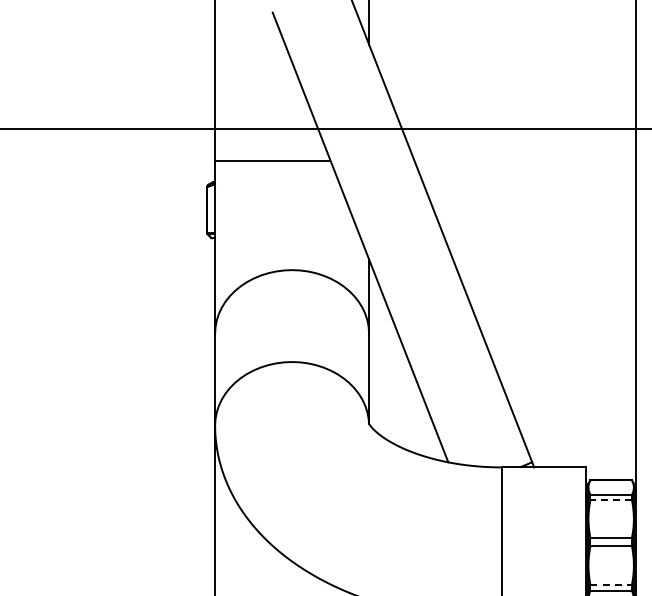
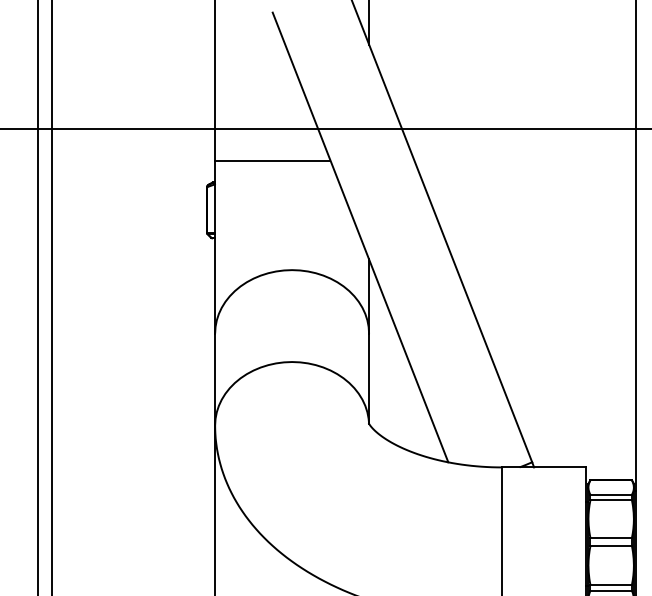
line at (37, 297): none -> present
line at (51, 297): none -> present
line at (611, 500): dashed -> solid
line at (611, 585): dashed -> solid
